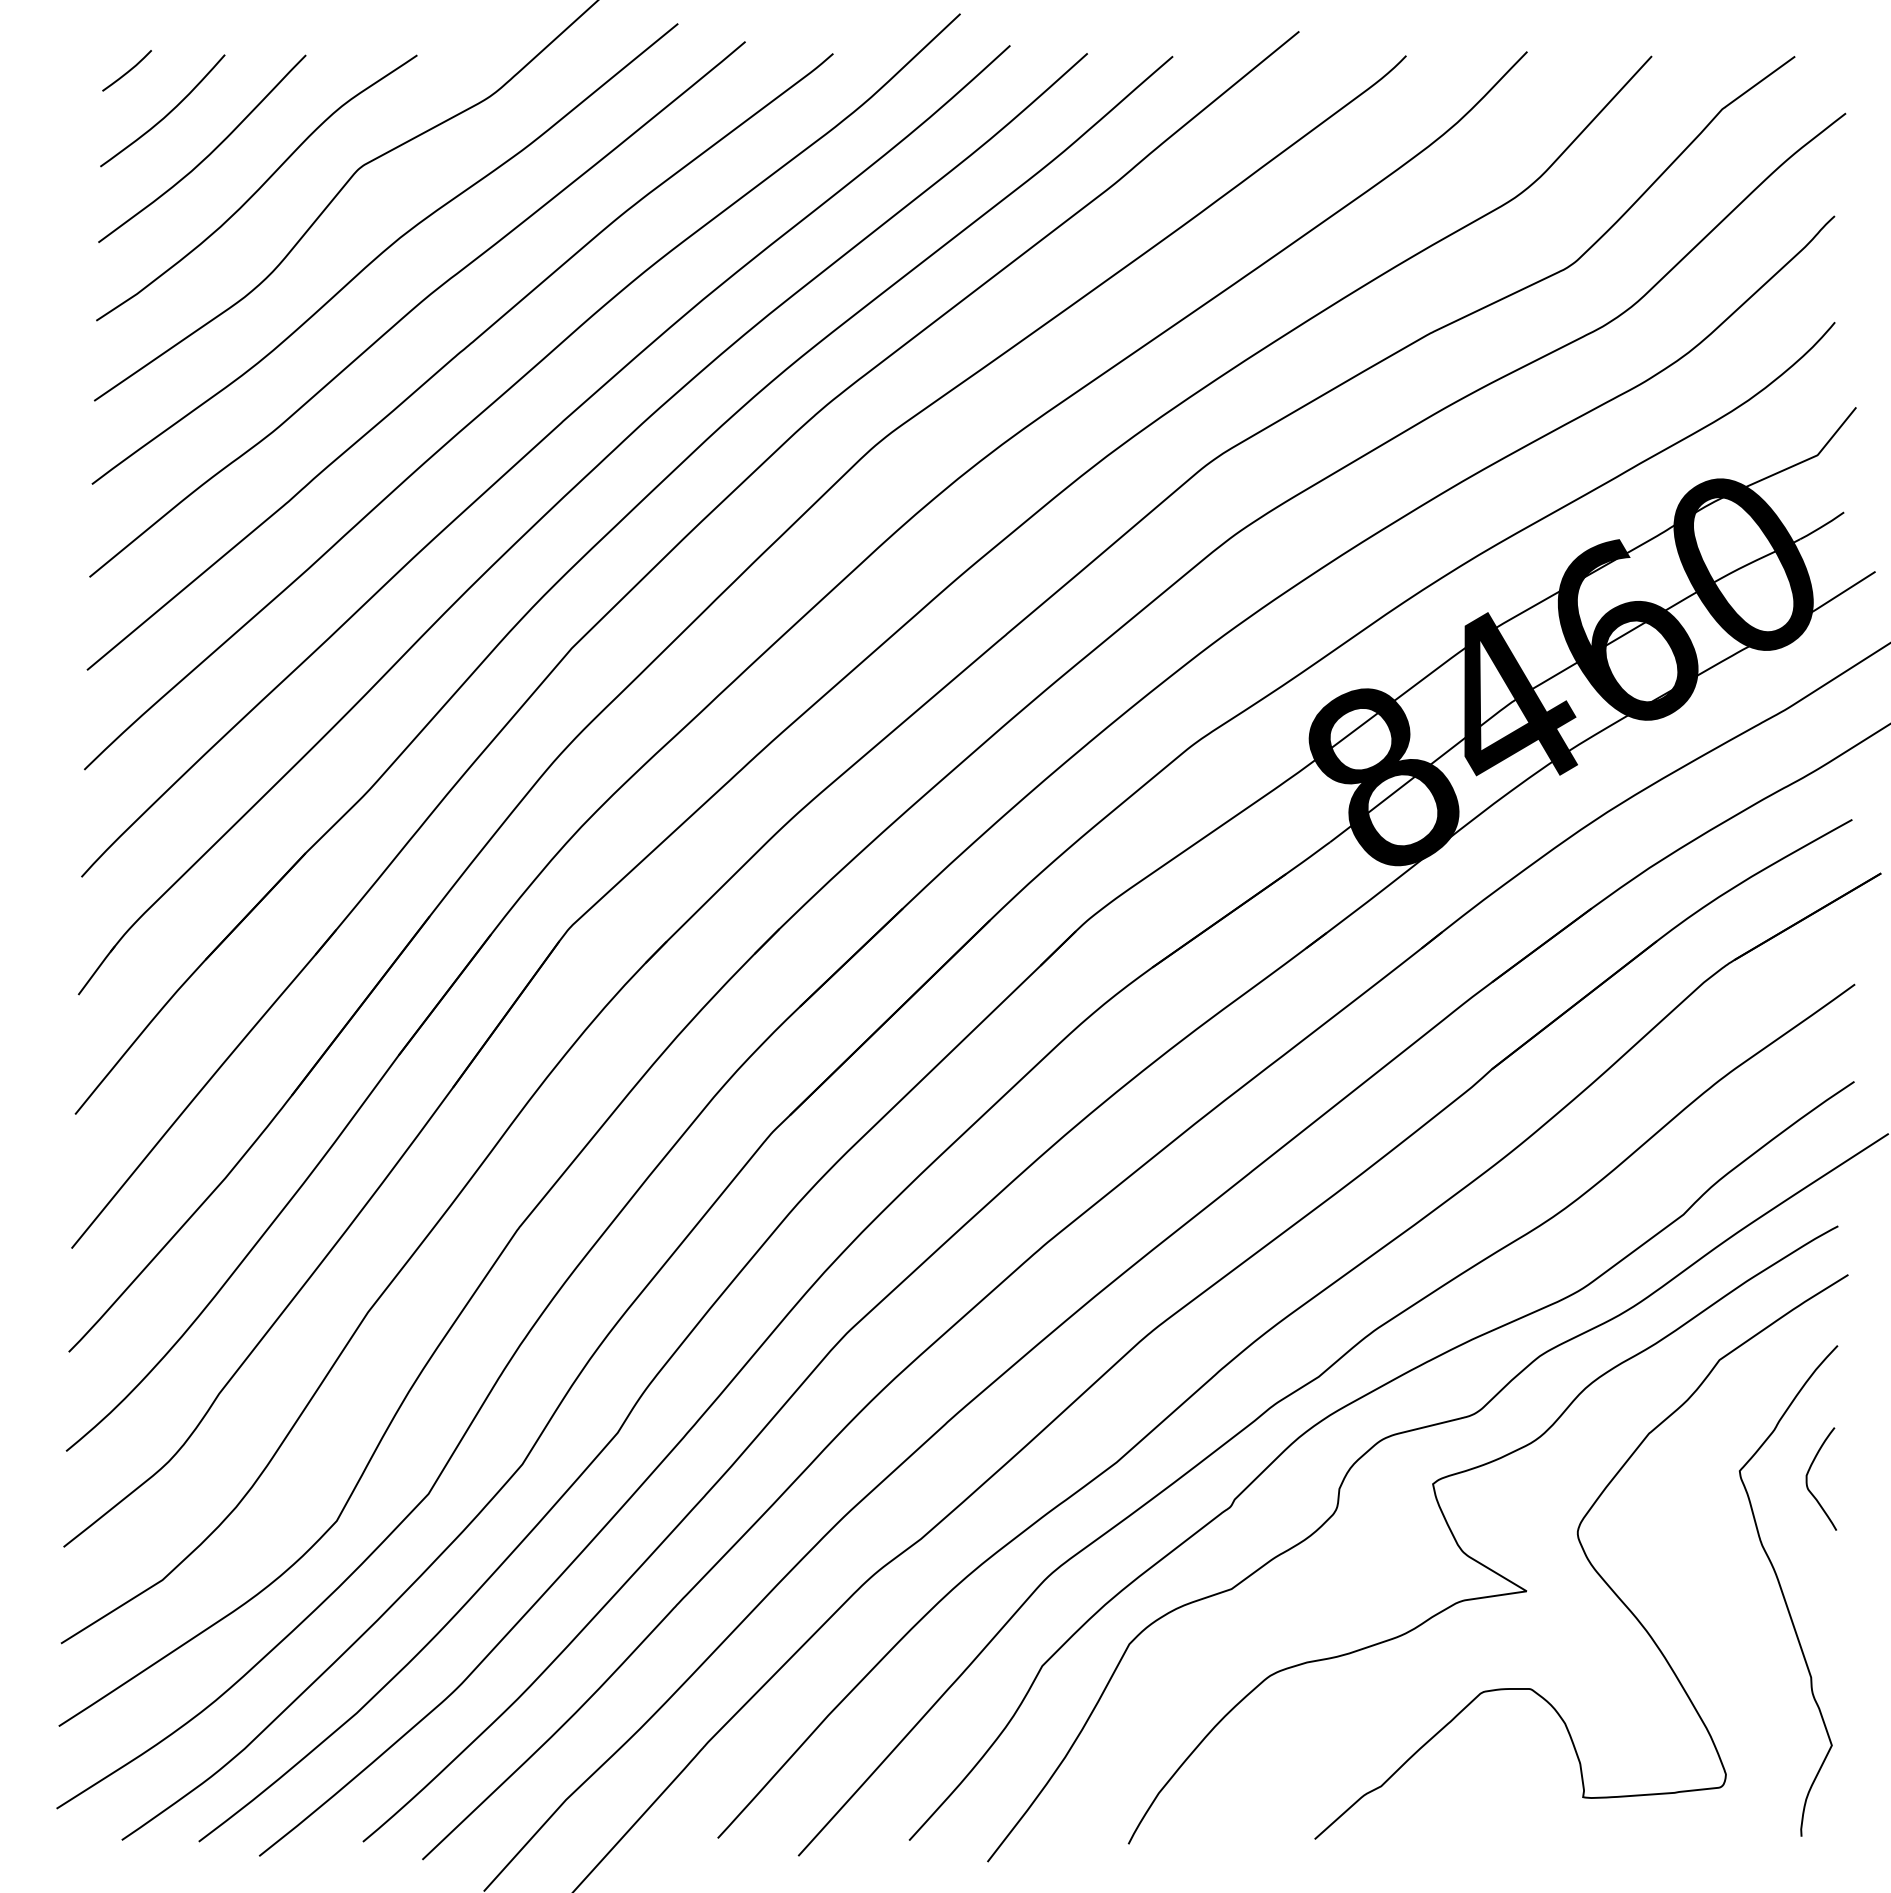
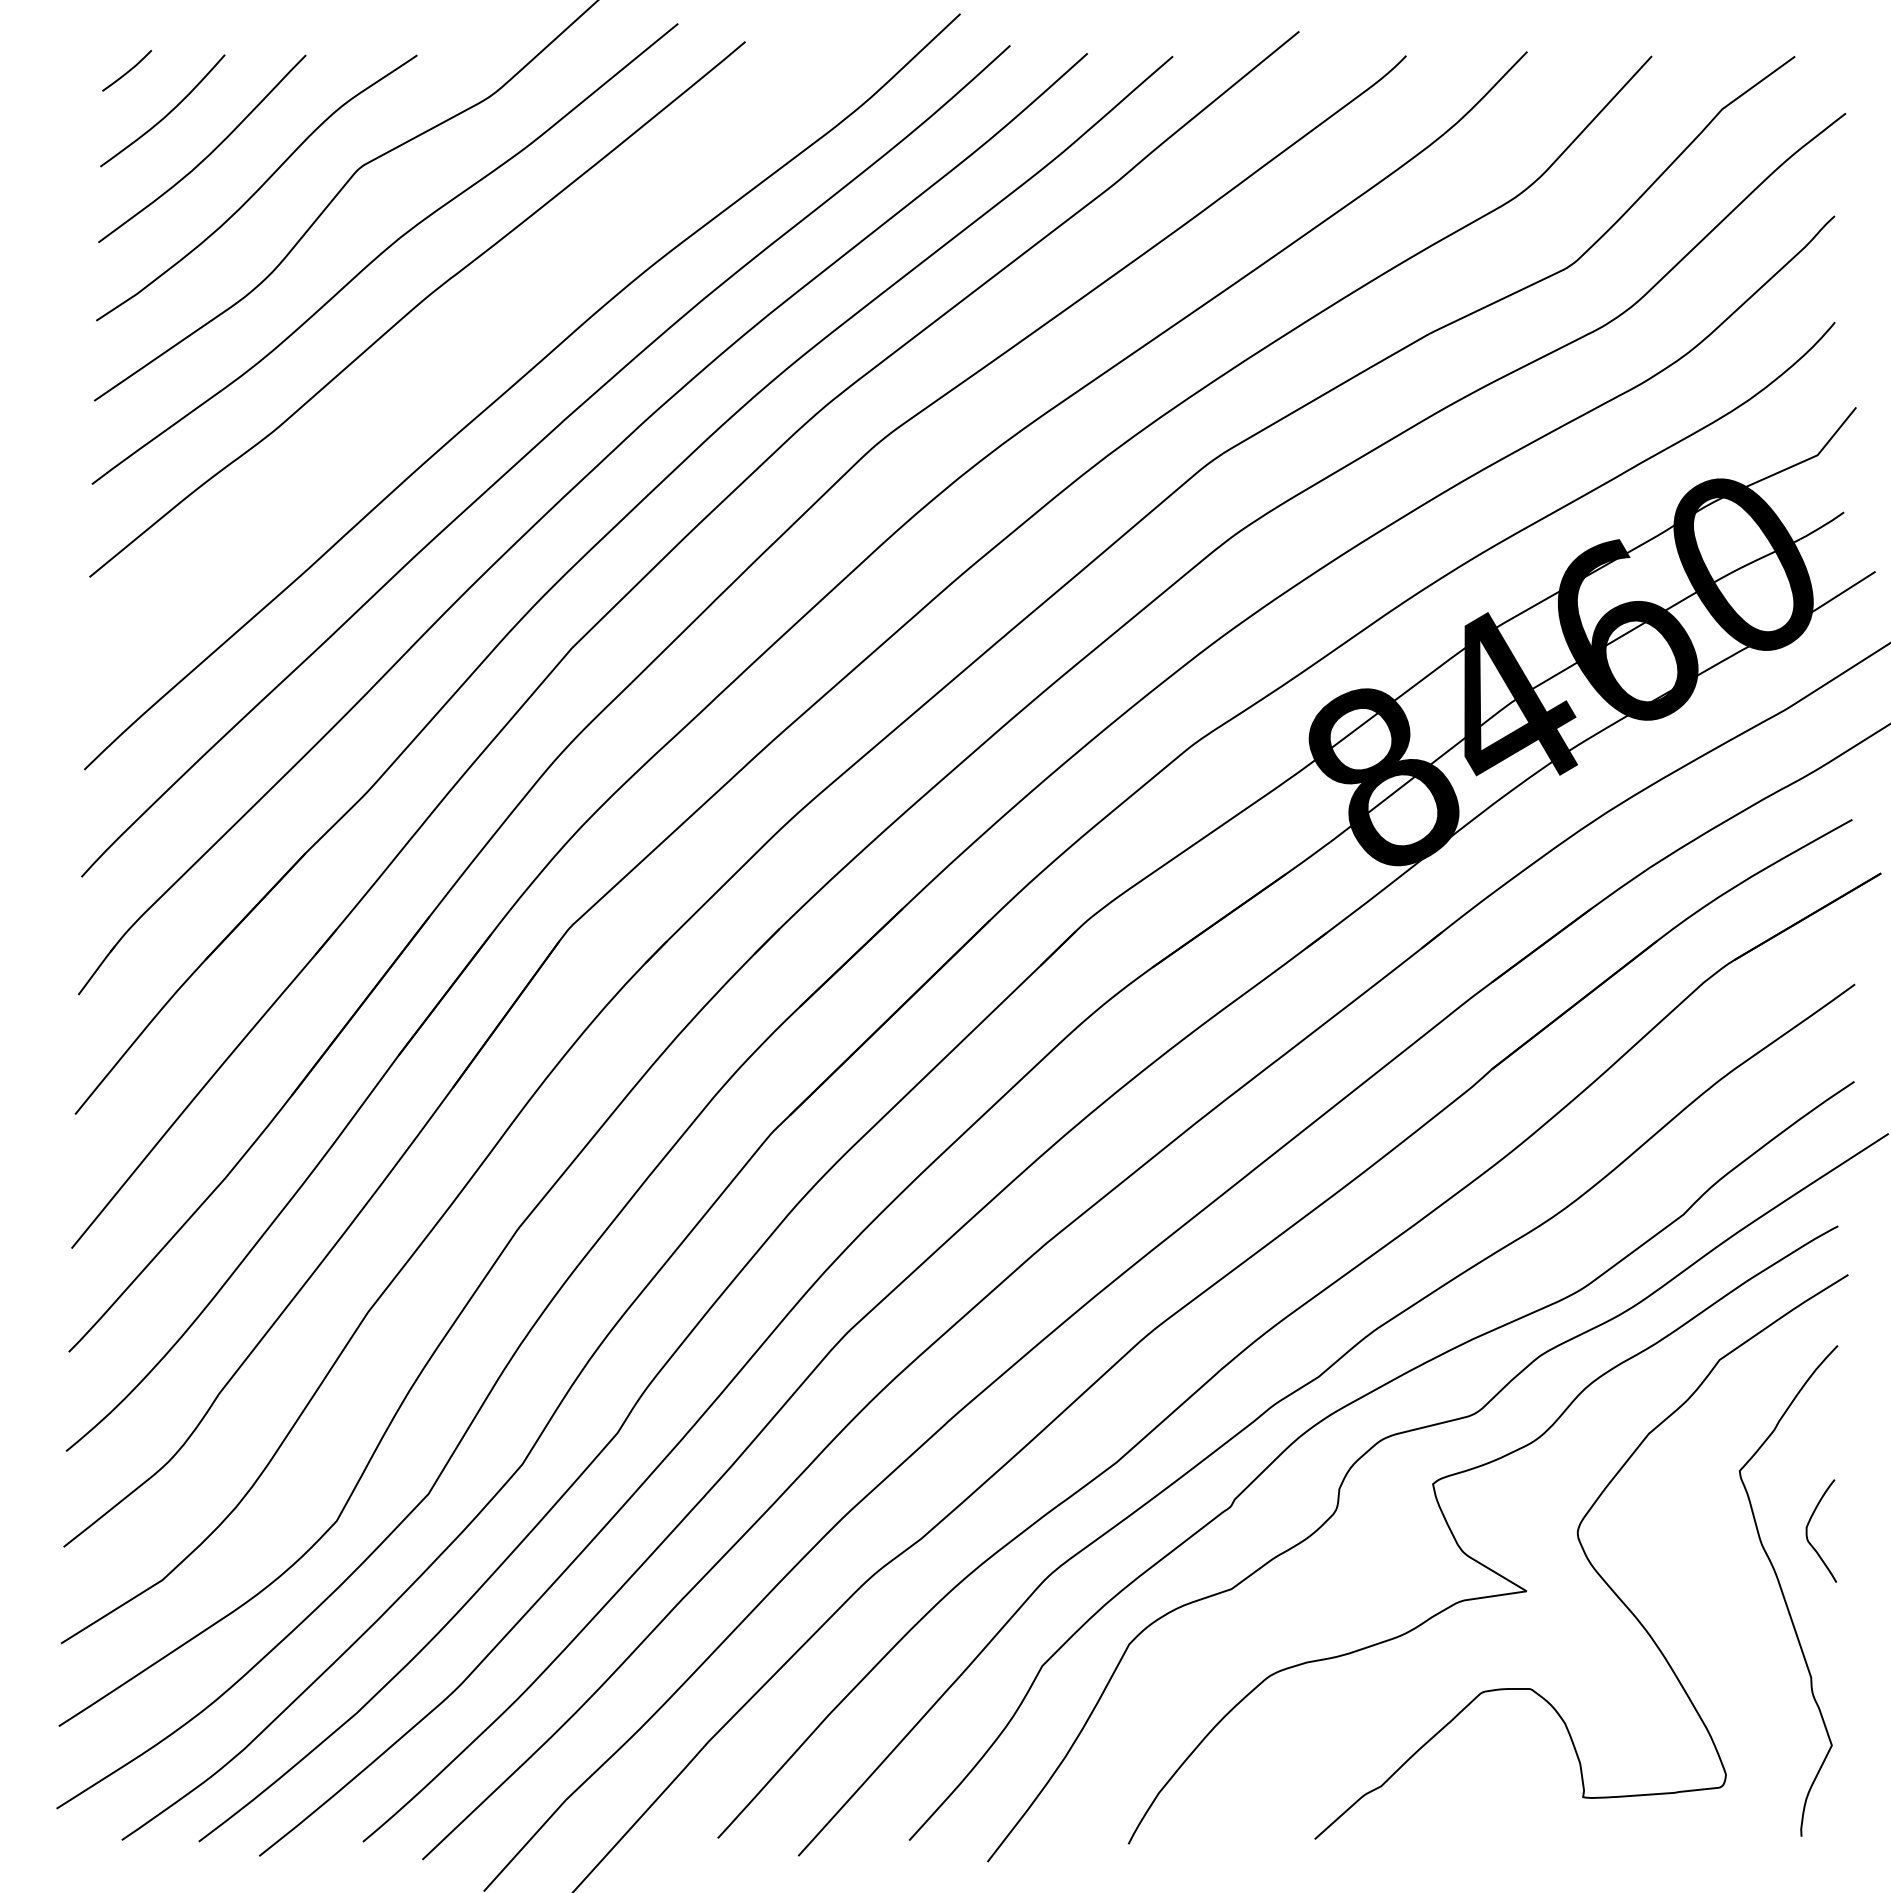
curve at (455, 357): present -> none
curve at (1808, 1474) position: (1808, 1474) -> (1808, 1526)
